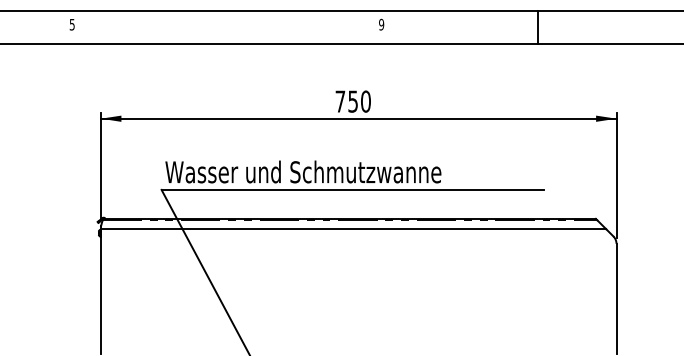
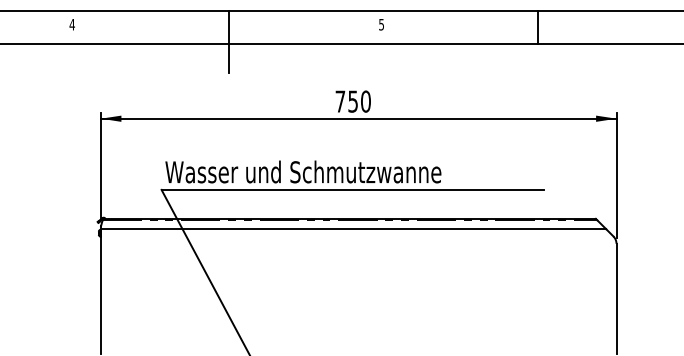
text at (71, 24): 5 -> 4
text at (381, 24): 9 -> 5
line at (228, 41): none -> present
